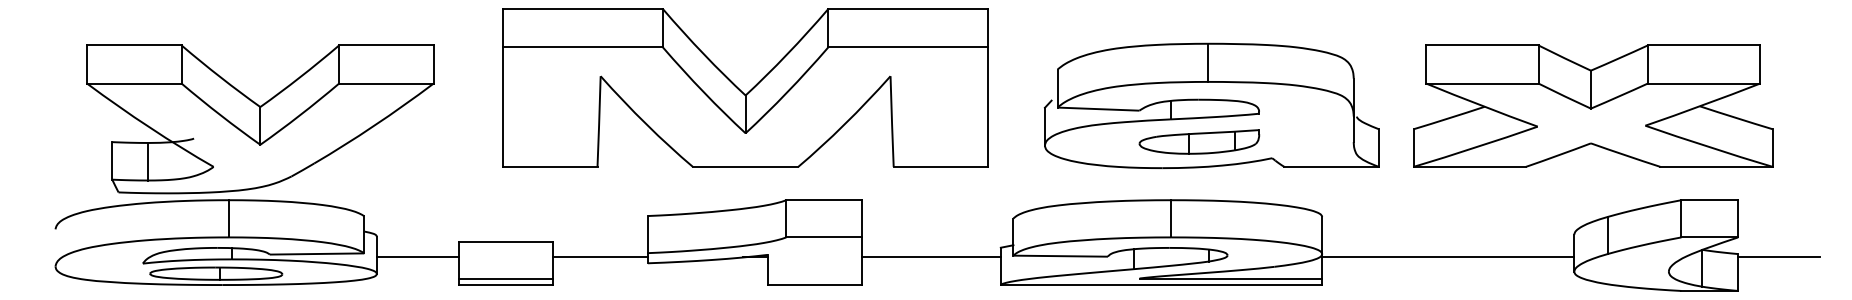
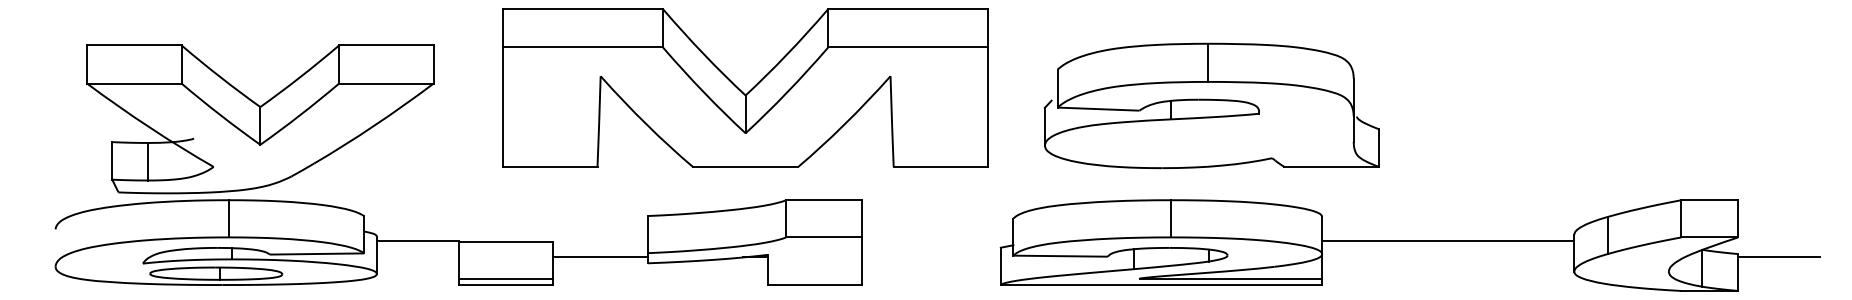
part at (1593, 105): present -> none
part at (1199, 141): present -> none
line at (417, 257) position: (417, 257) -> (417, 241)
line at (931, 257): present -> none
line at (1448, 257) position: (1448, 257) -> (1448, 241)
